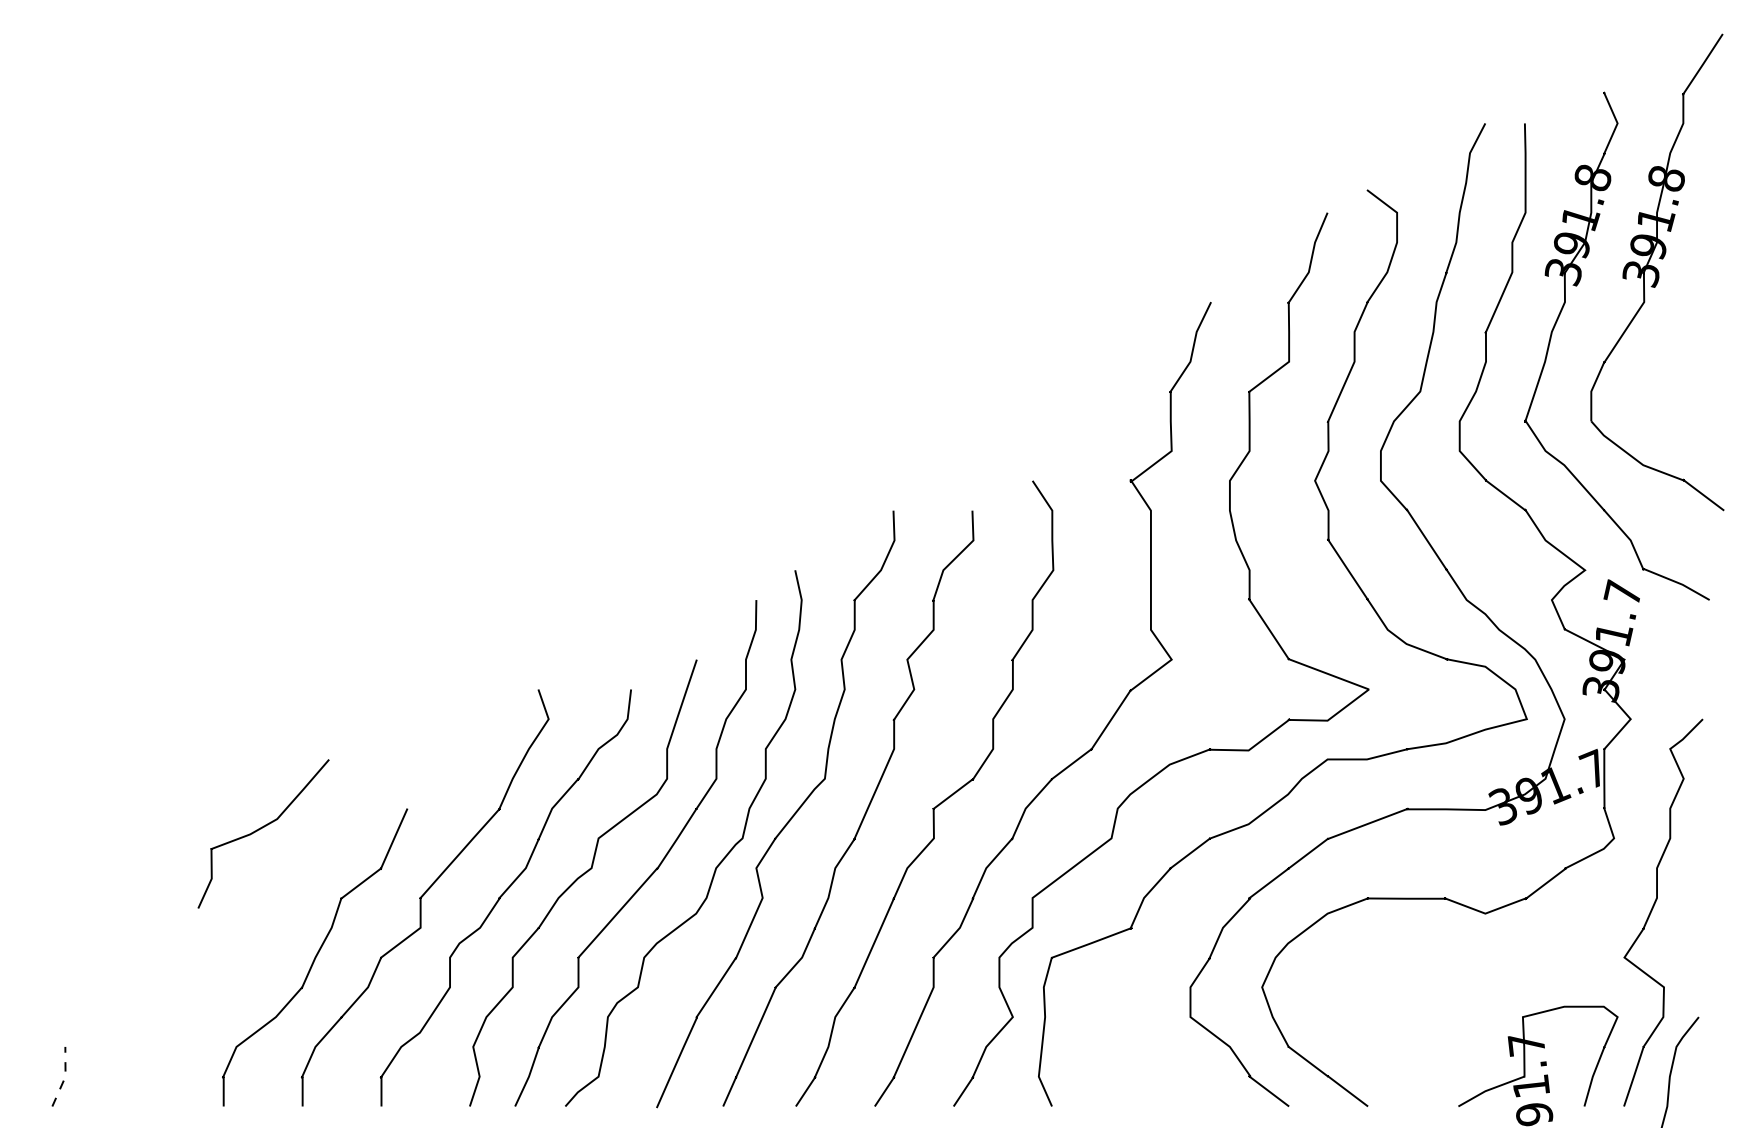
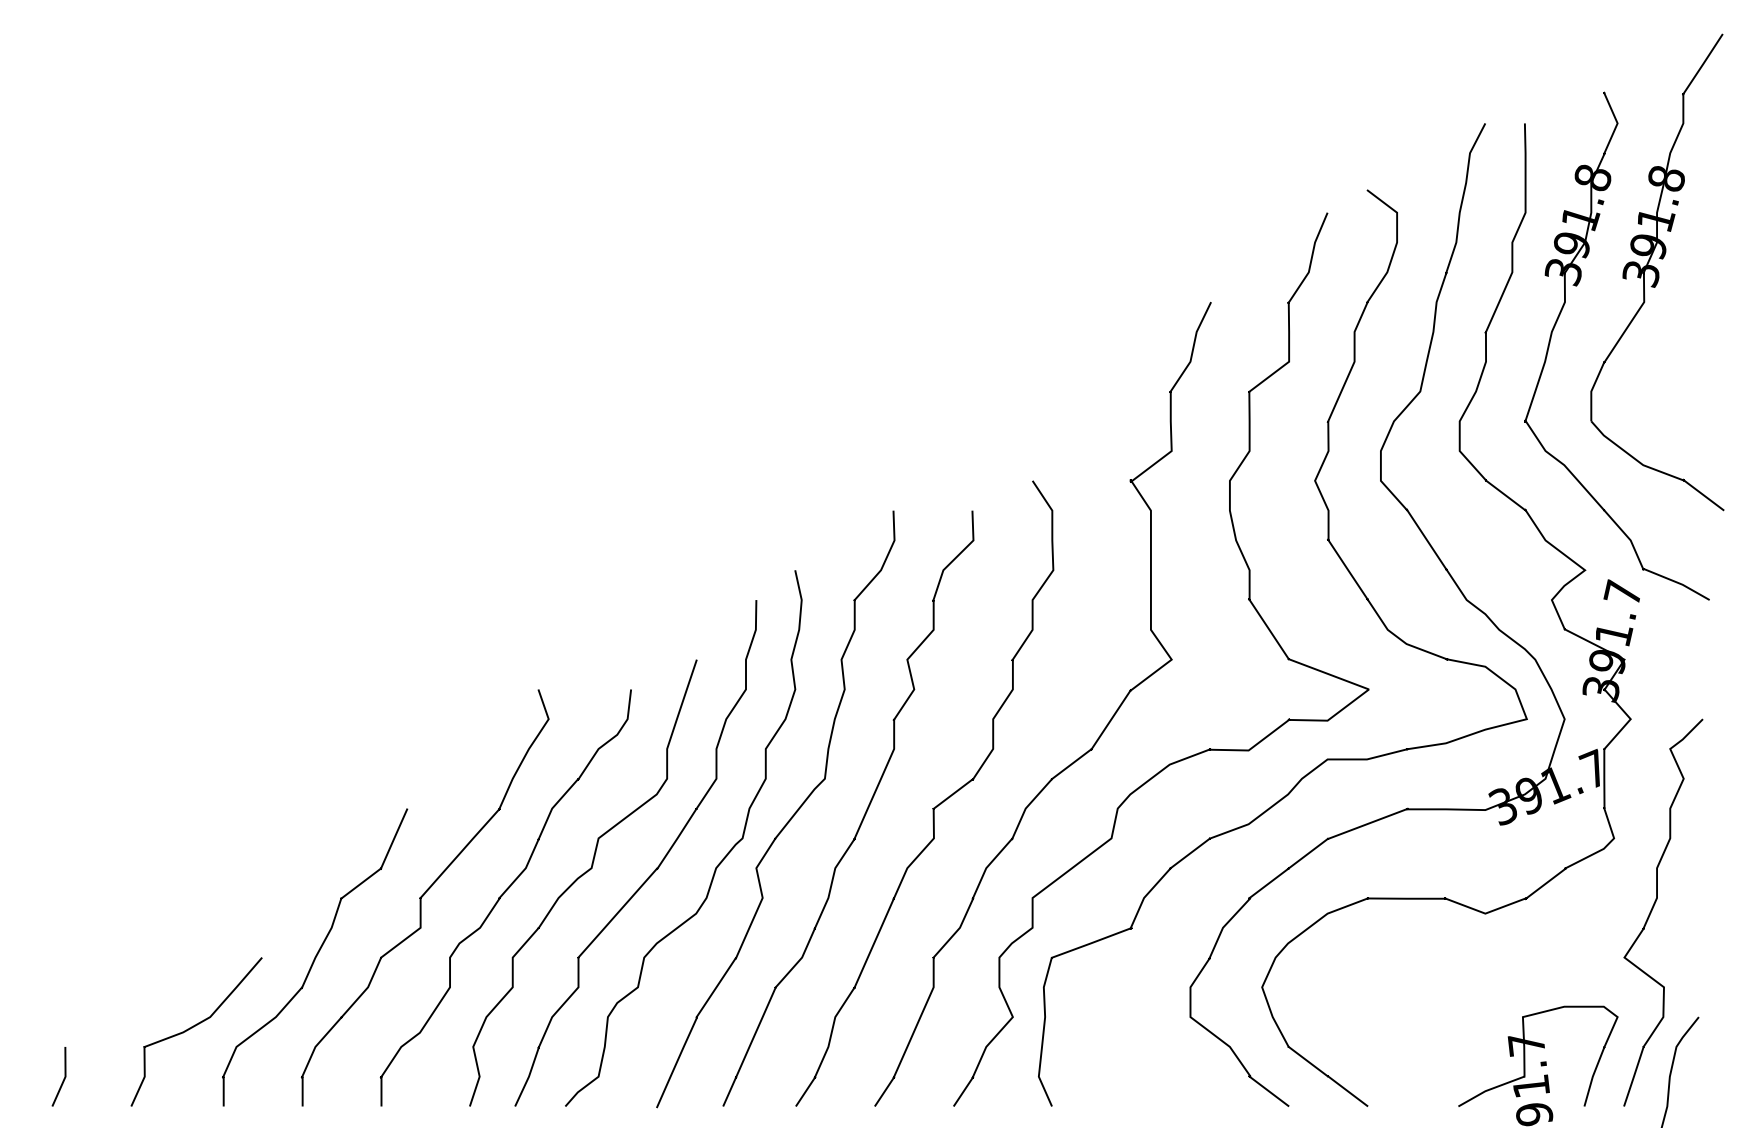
curve at (261, 829) position: (261, 829) -> (194, 1027)
line at (65, 1077): dashed -> solid
